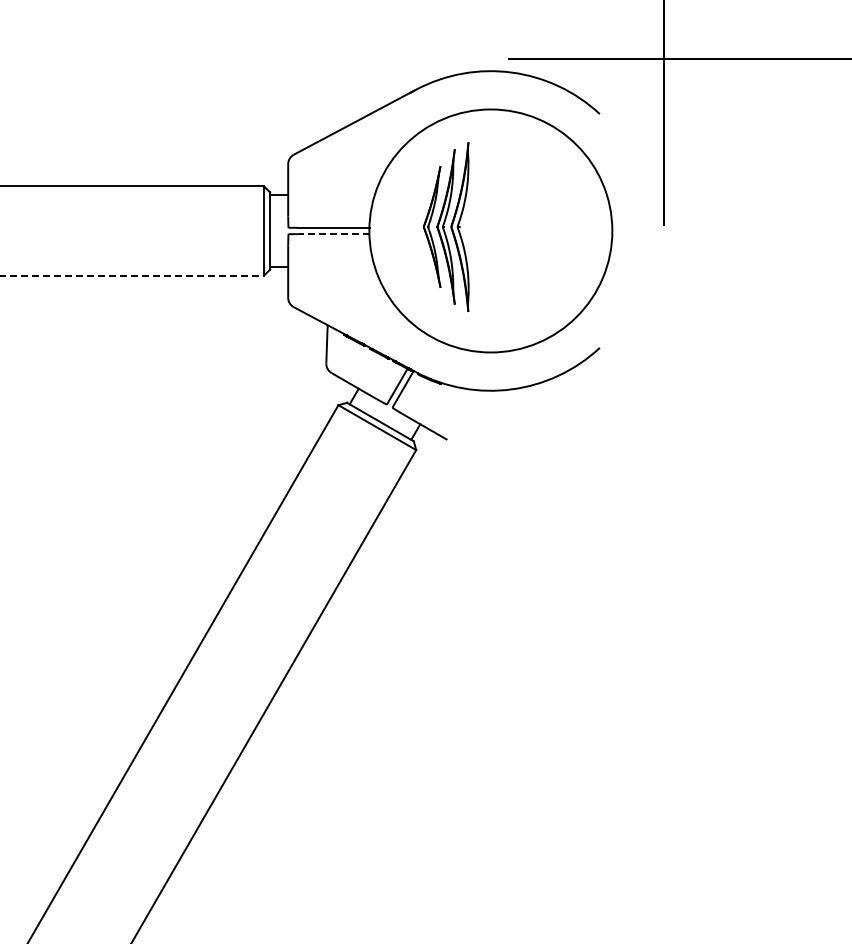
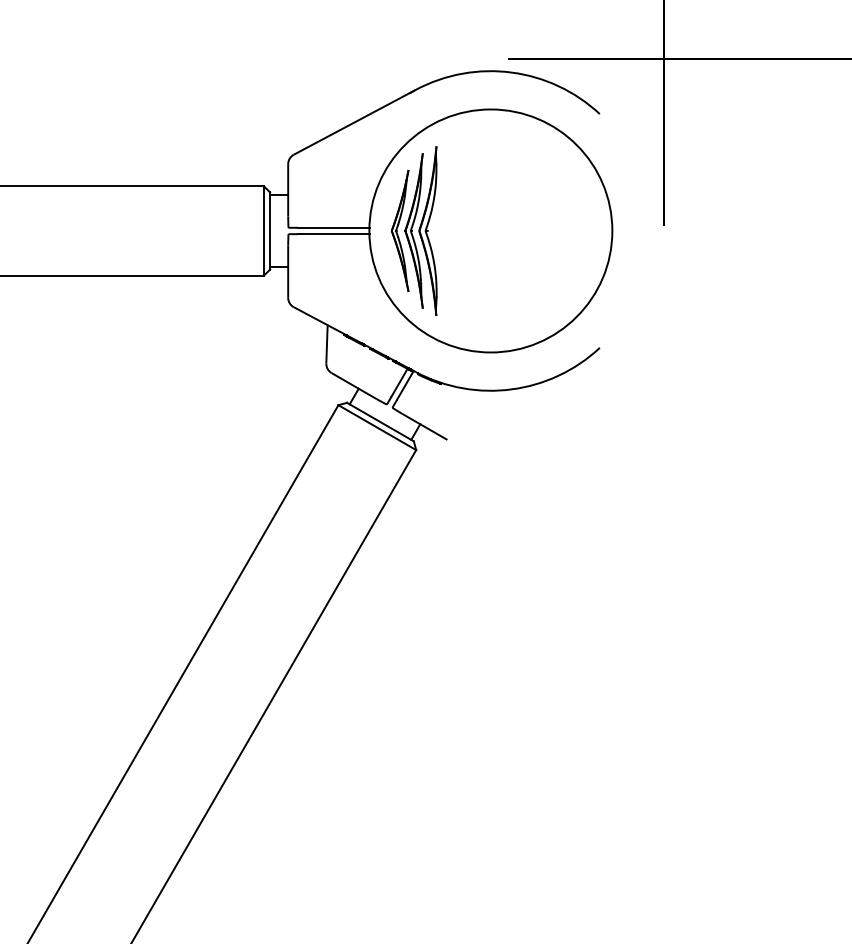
part at (446, 226) position: (446, 226) -> (414, 230)
line at (333, 234): dashed -> solid
line at (132, 275): dashed -> solid
